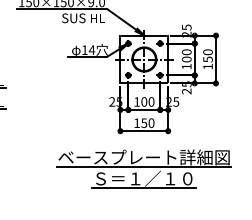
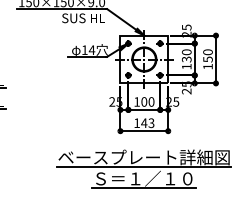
text at (186, 59): 100 -> 130
text at (147, 123): 150 -> 143
